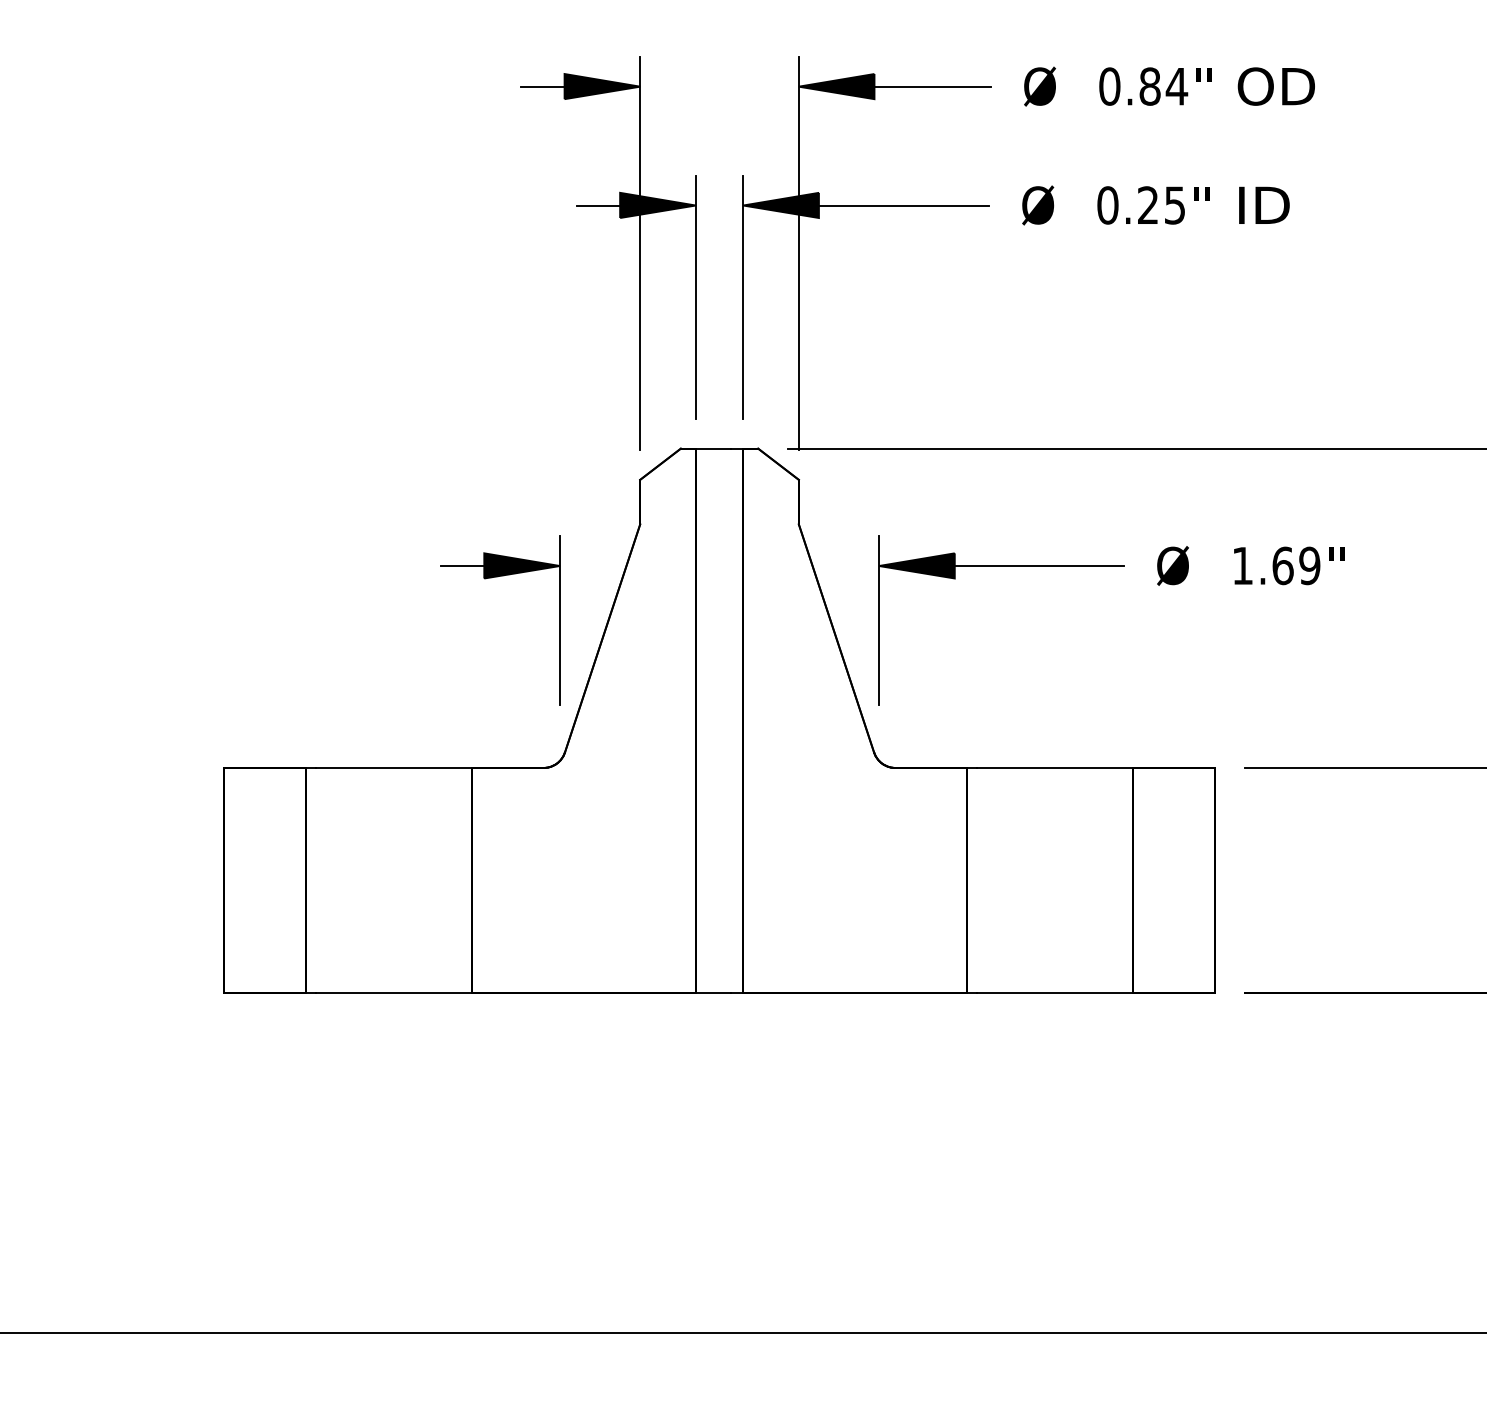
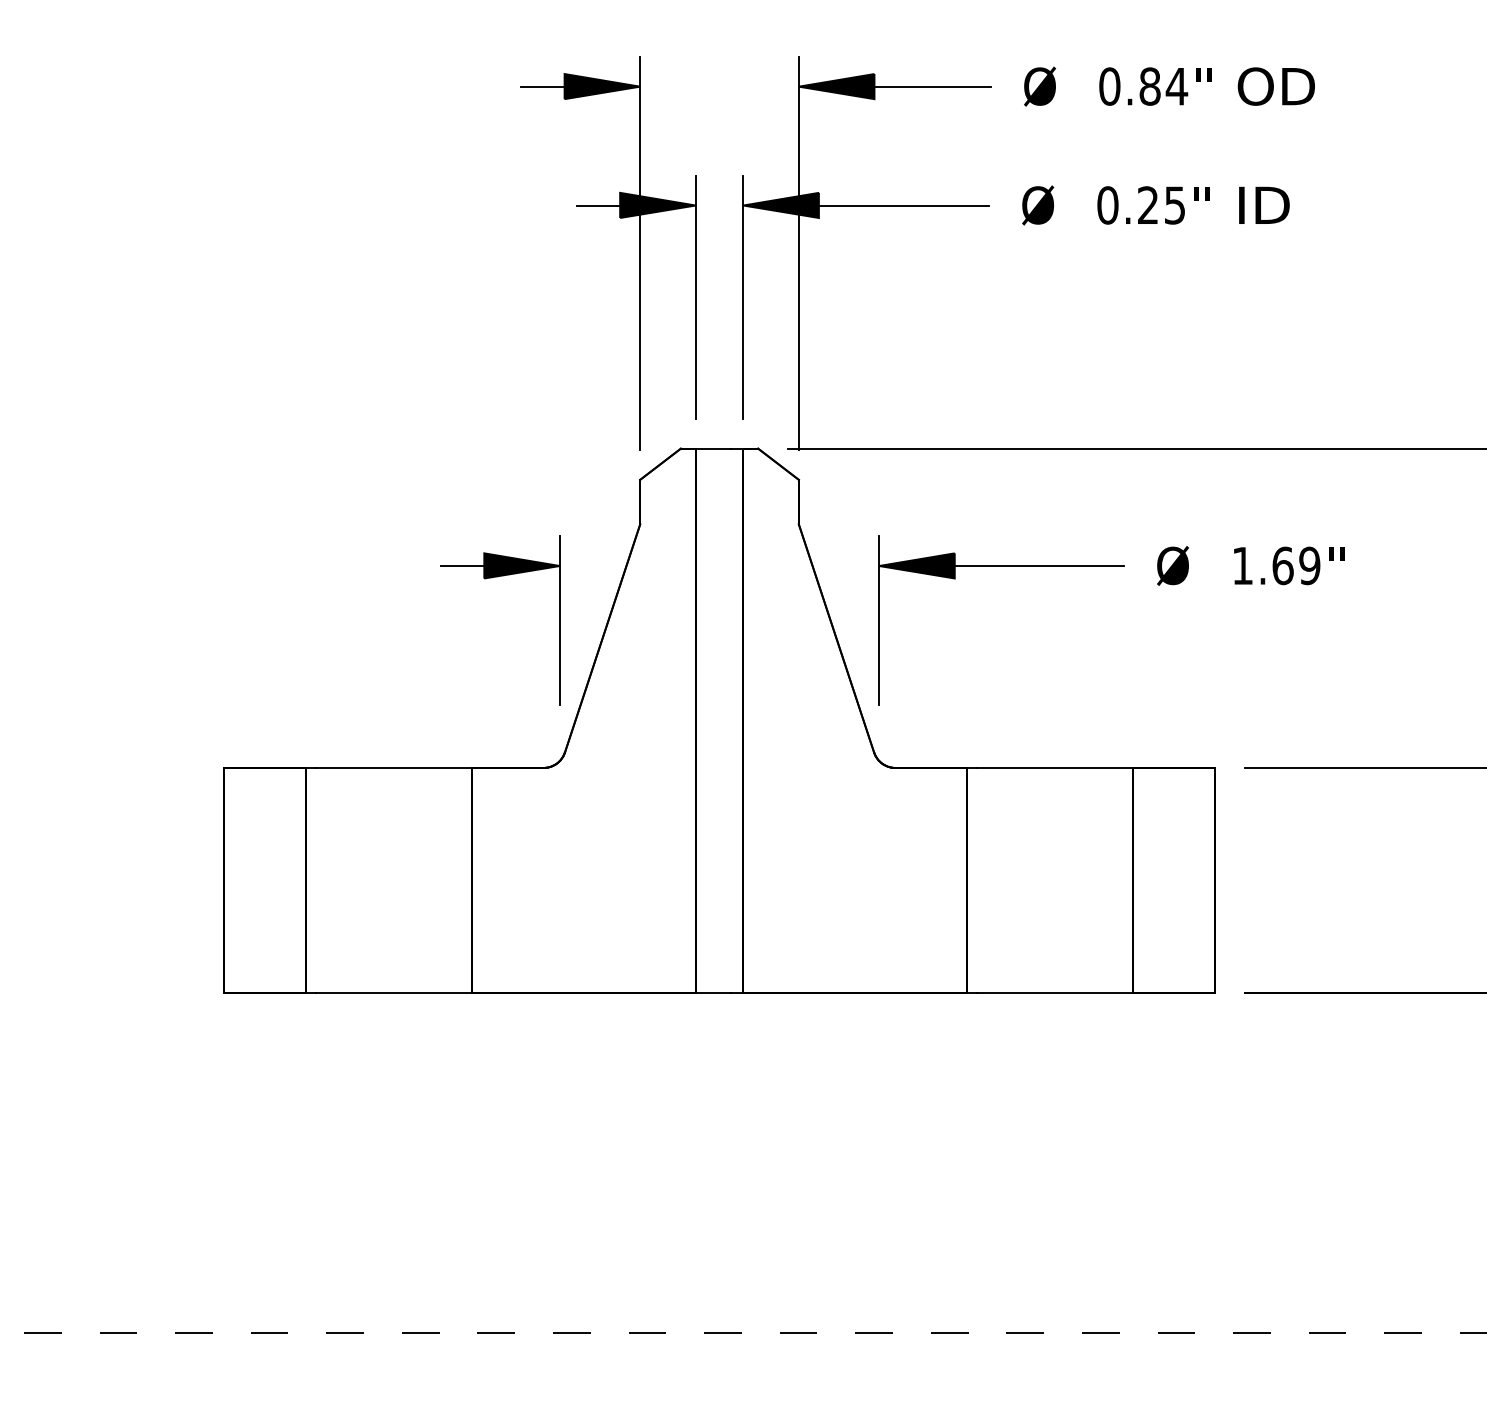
line at (743, 1332): solid -> dashed
